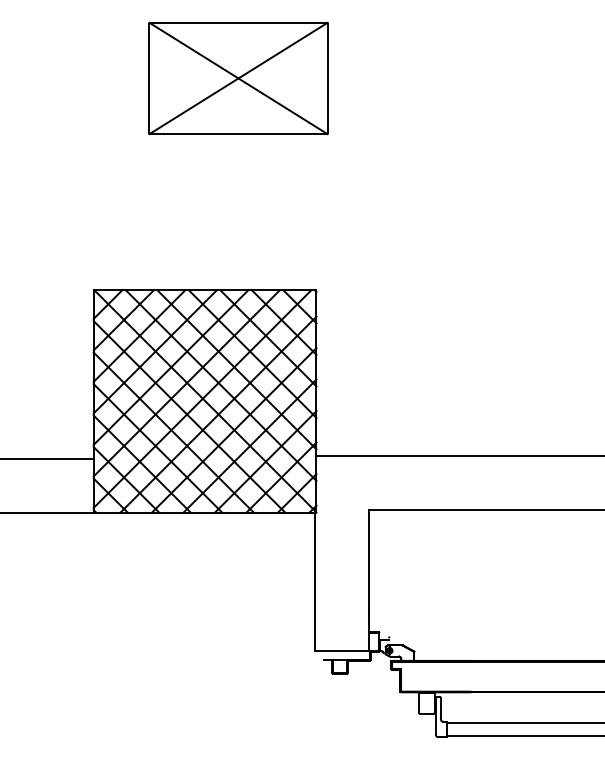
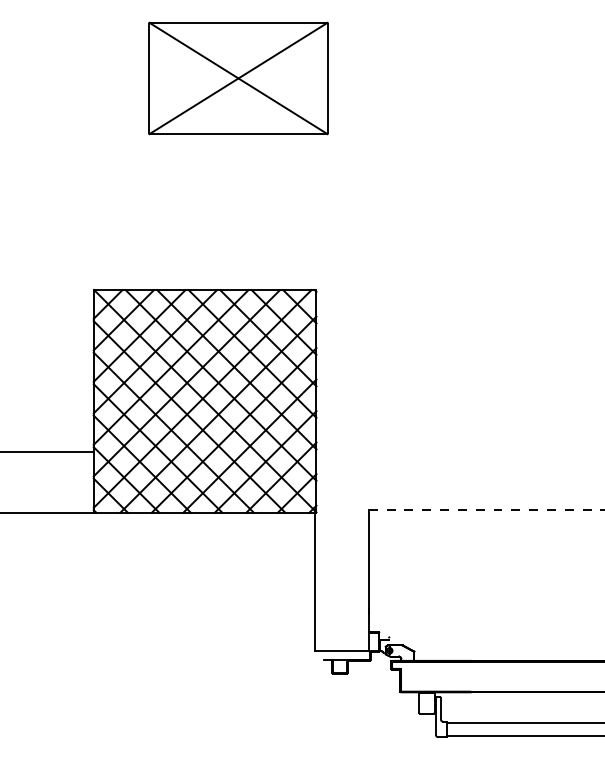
line at (458, 456): present -> none
line at (48, 459) position: (48, 459) -> (48, 452)
line at (486, 509): solid -> dashed
